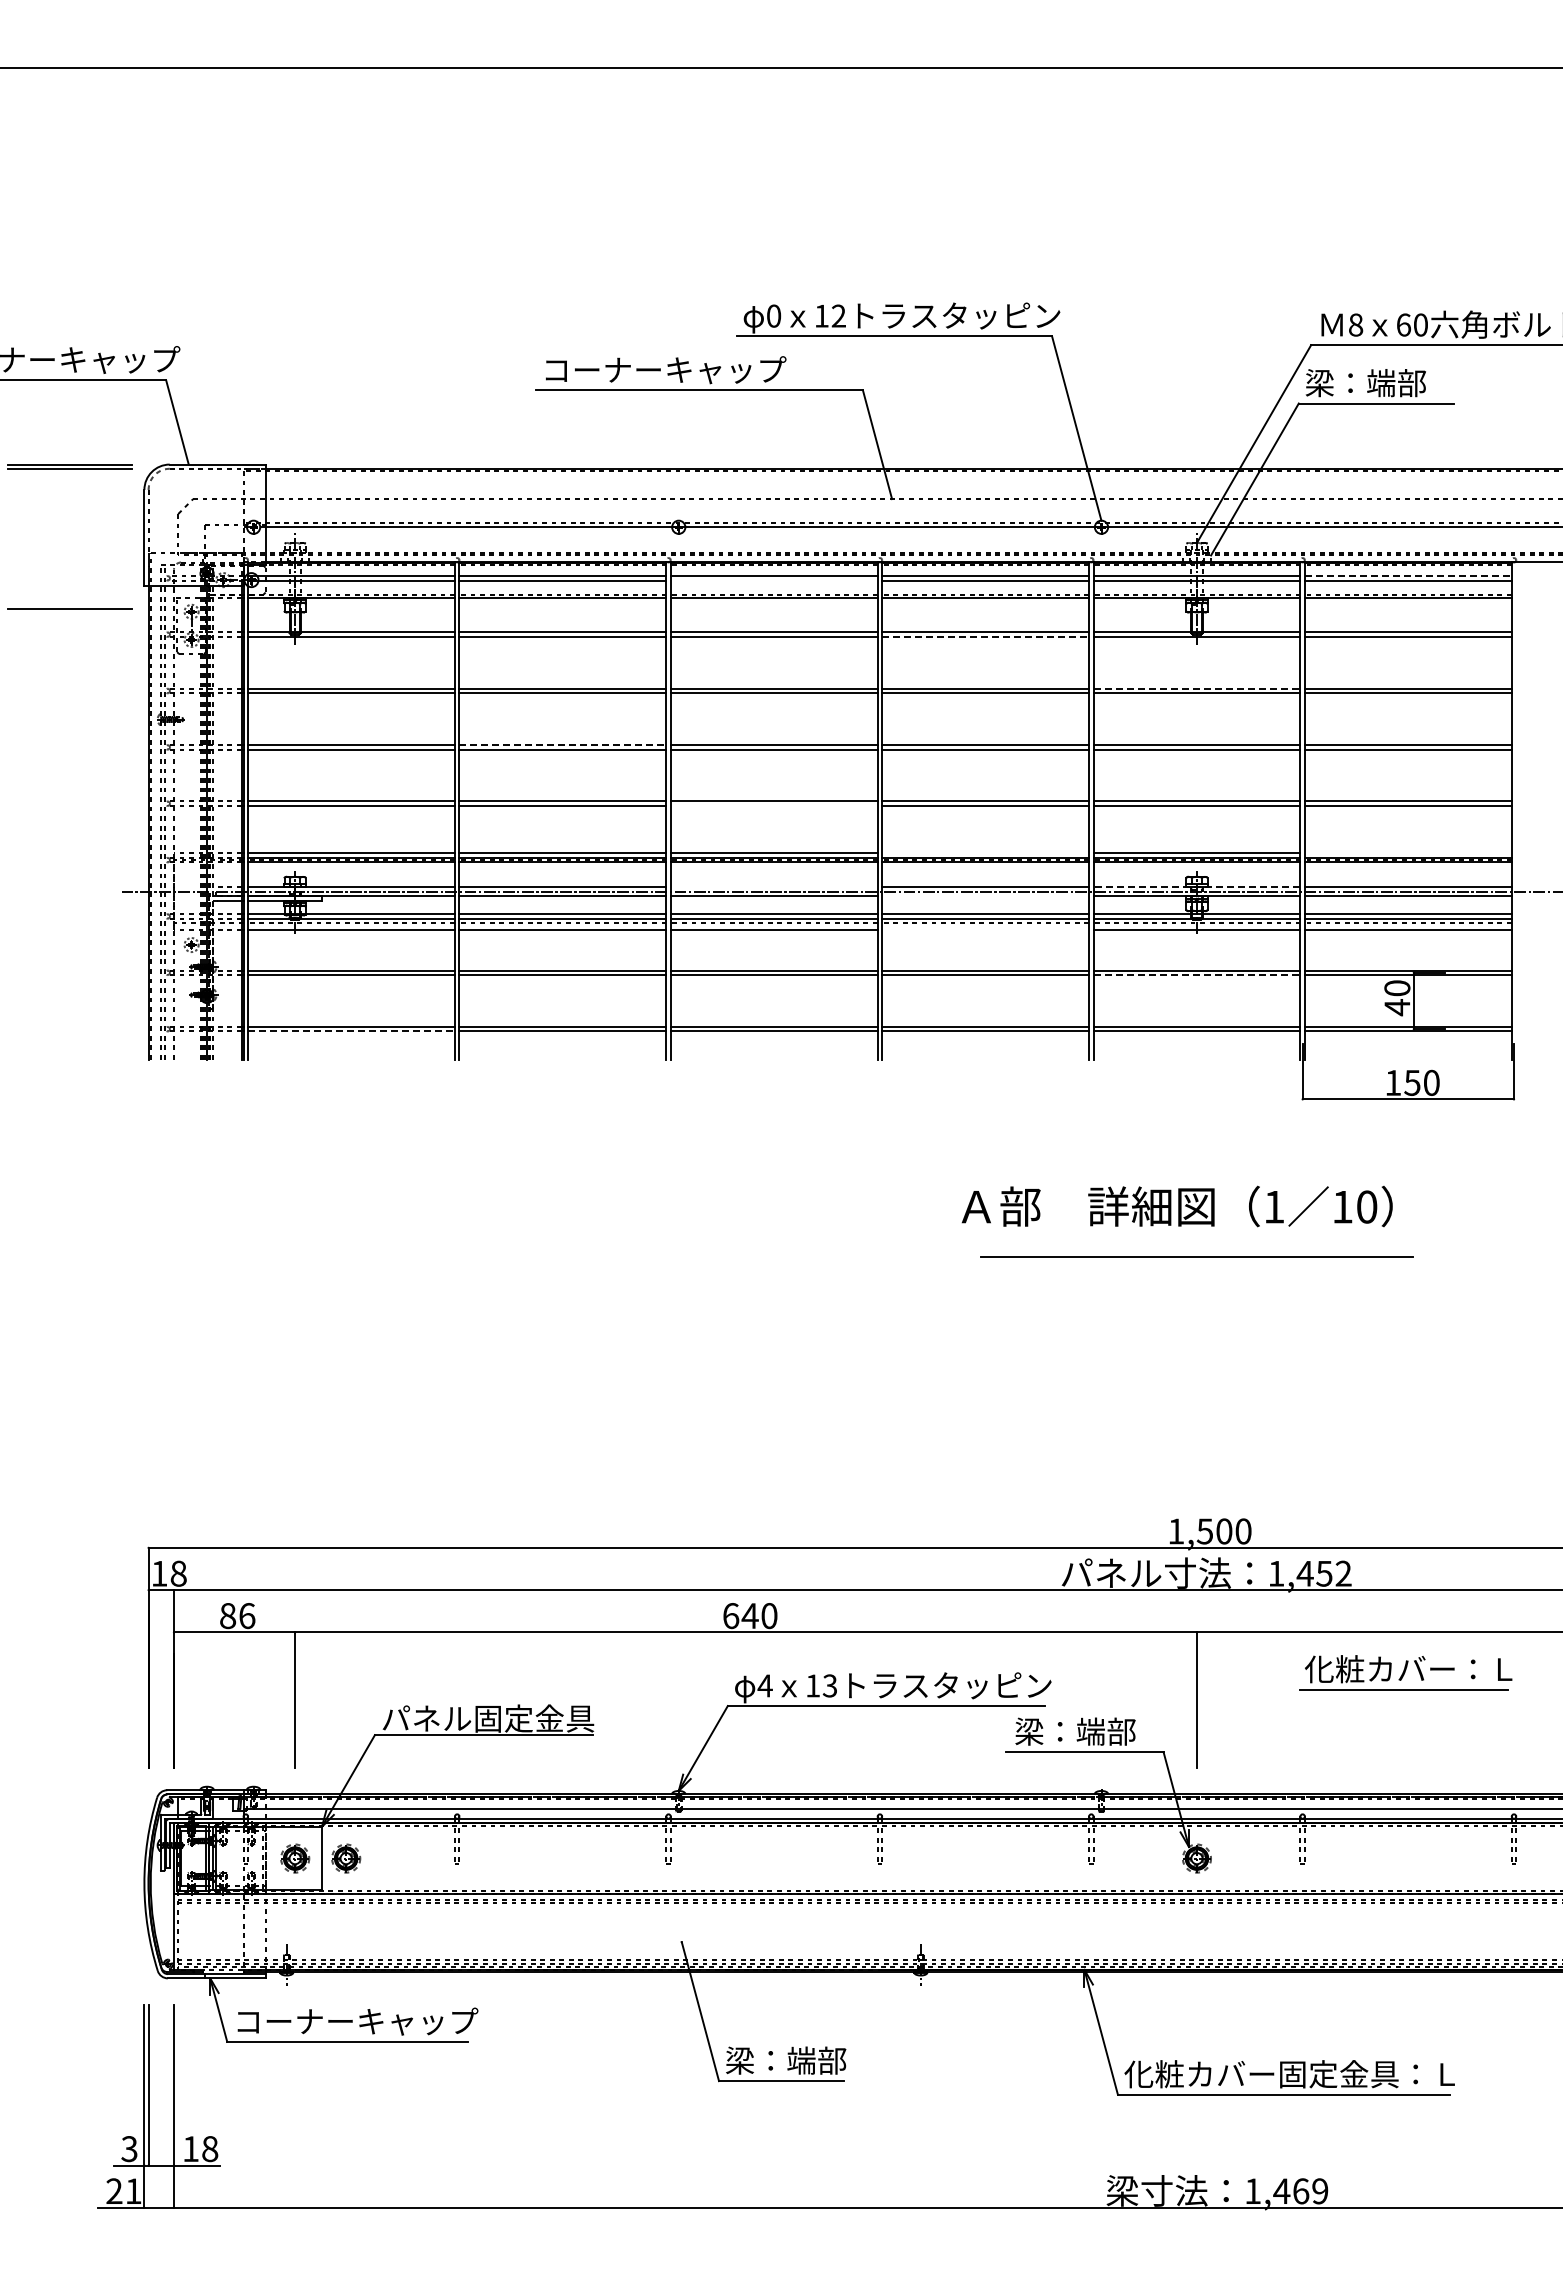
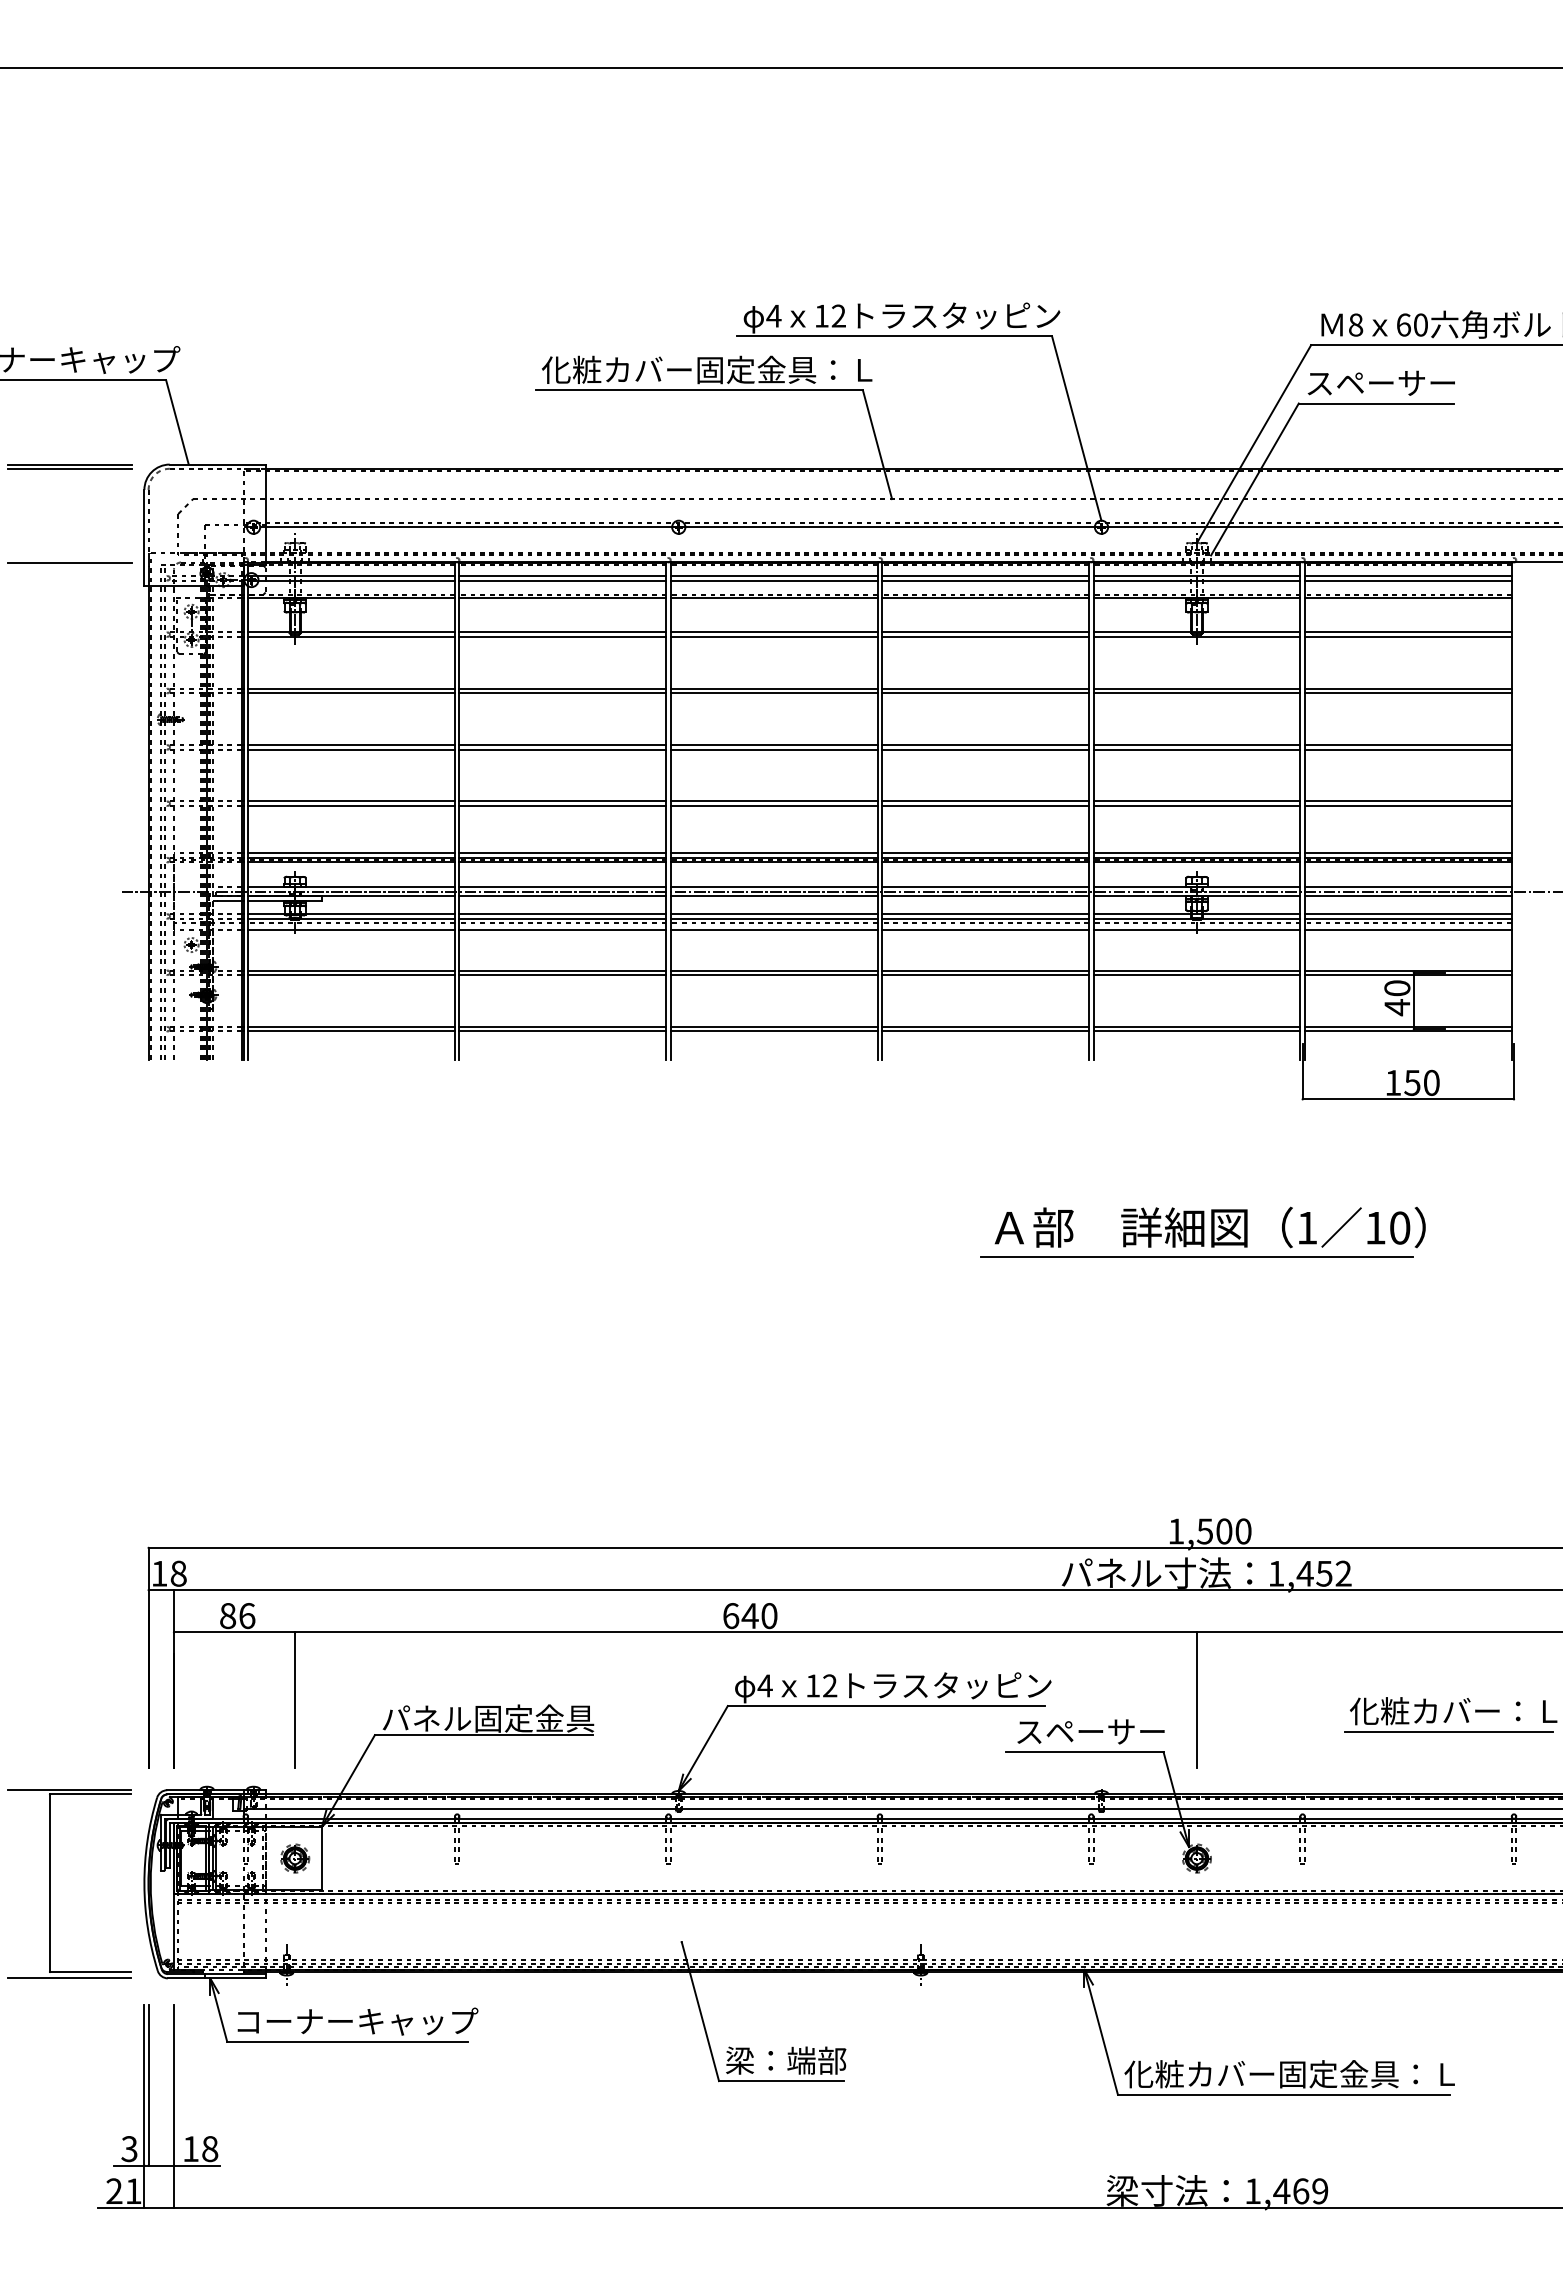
text at (773, 315): 0 -> 4
text at (706, 369): コーナーキャップ -> 化粧カバー固定金具：Ｌ
text at (1379, 383): 梁：端部 -> スペーサー
line at (1408, 576): dashed -> solid
line at (773, 580): none -> present
line at (69, 608) position: (69, 608) -> (69, 562)
line at (986, 636): dashed -> solid
line at (1197, 688): dashed -> solid
line at (563, 745): dashed -> solid
line at (773, 806): none -> present
line at (985, 853): none -> present
line at (1407, 853): none -> present
line at (773, 886): none -> present
line at (1196, 886): dashed -> solid
line at (985, 896): none -> present
line at (985, 929): none -> present
line at (1197, 975): dashed -> solid
line at (352, 1031): dashed -> solid
text at (1176, 1206) position: (1176, 1206) -> (1209, 1227)
part at (1405, 1672) position: (1405, 1672) -> (1450, 1714)
text at (829, 1685): 13 -> 12
text at (1089, 1731): 梁：端部 -> スペーサー
part at (346, 1858): present -> none
part at (50, 1883): none -> present
